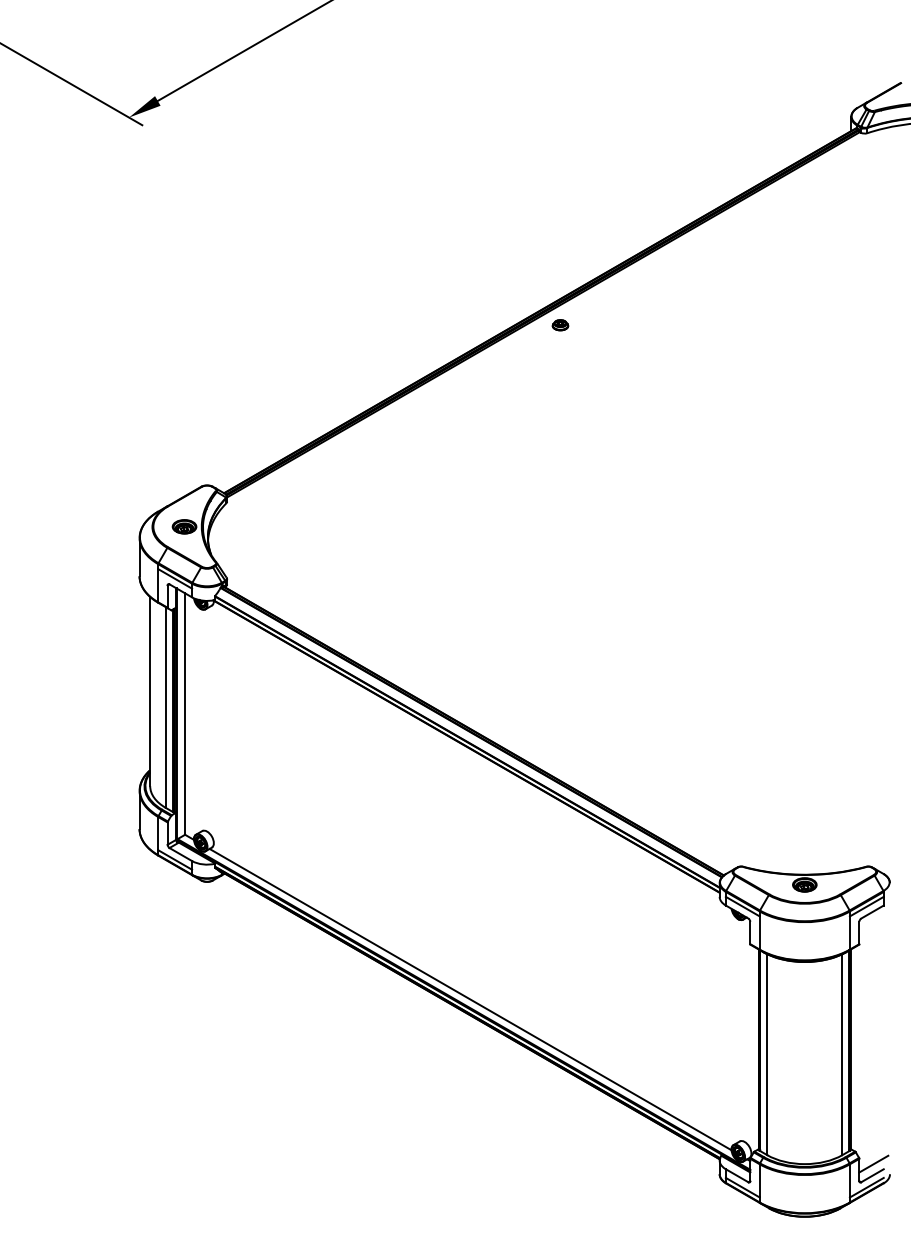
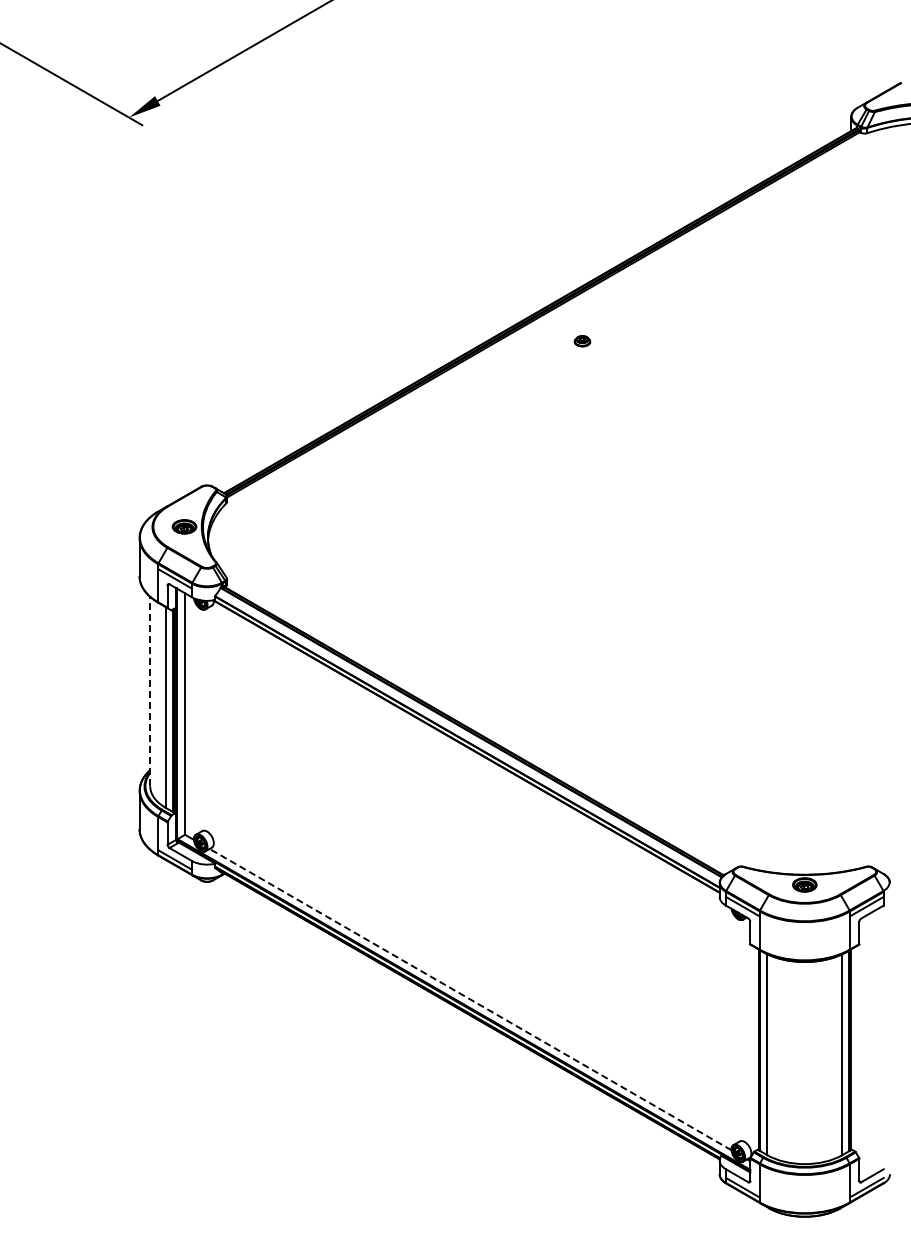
part at (560, 325) position: (560, 325) -> (582, 341)
line at (150, 691): solid -> dashed
line at (470, 999): solid -> dashed
line at (873, 1163): present -> none
